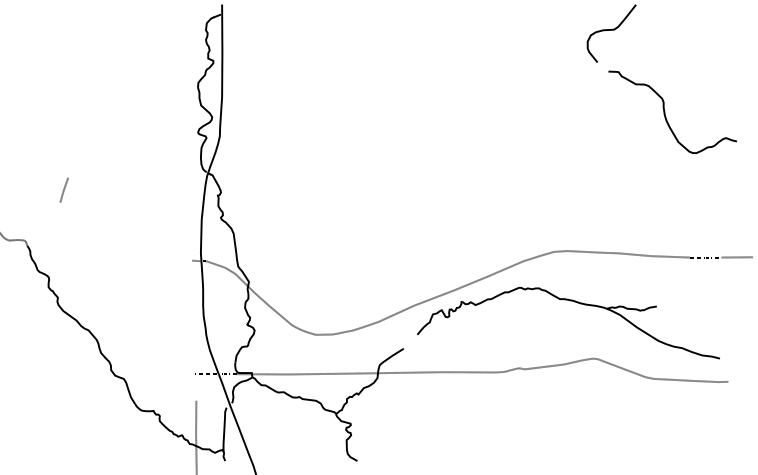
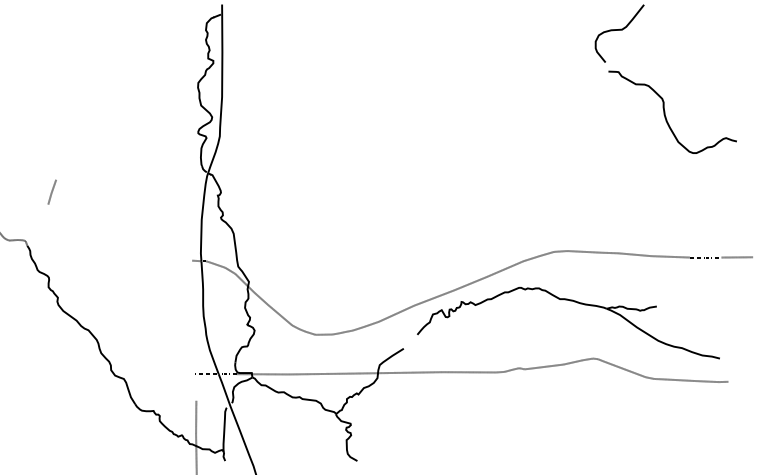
curve at (611, 30) position: (611, 30) -> (619, 30)
line at (63, 189) position: (63, 189) -> (51, 191)
